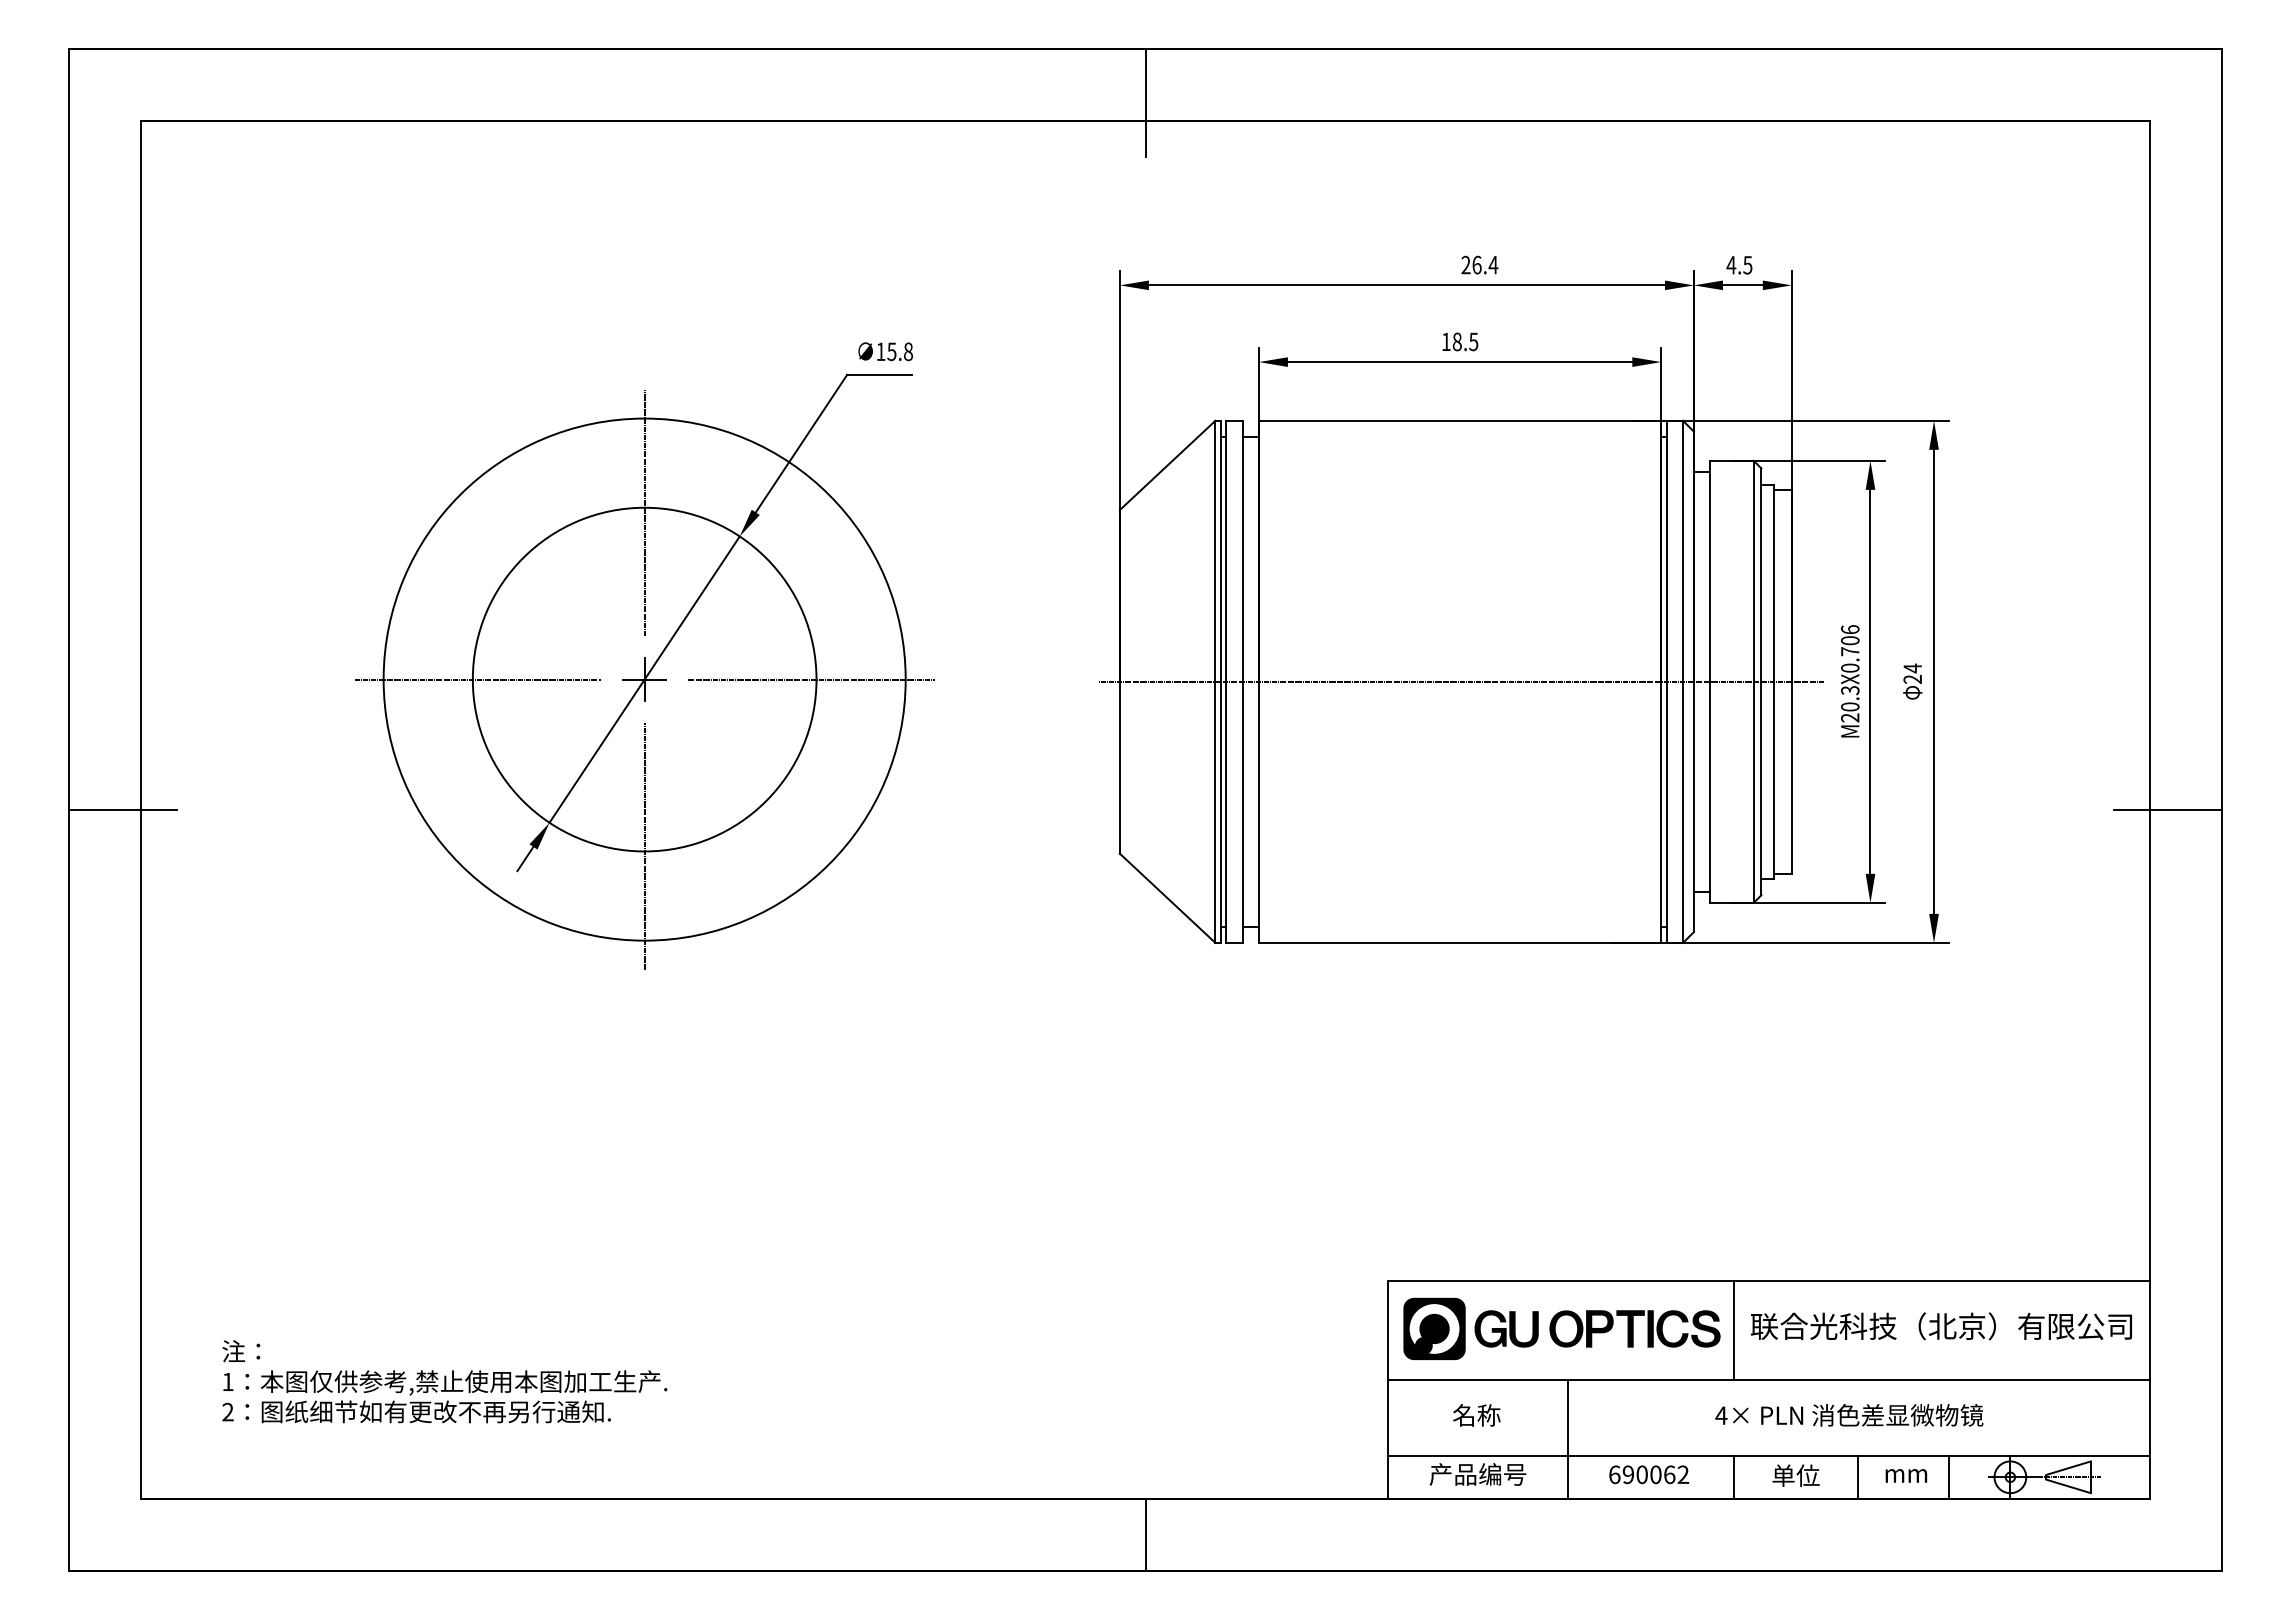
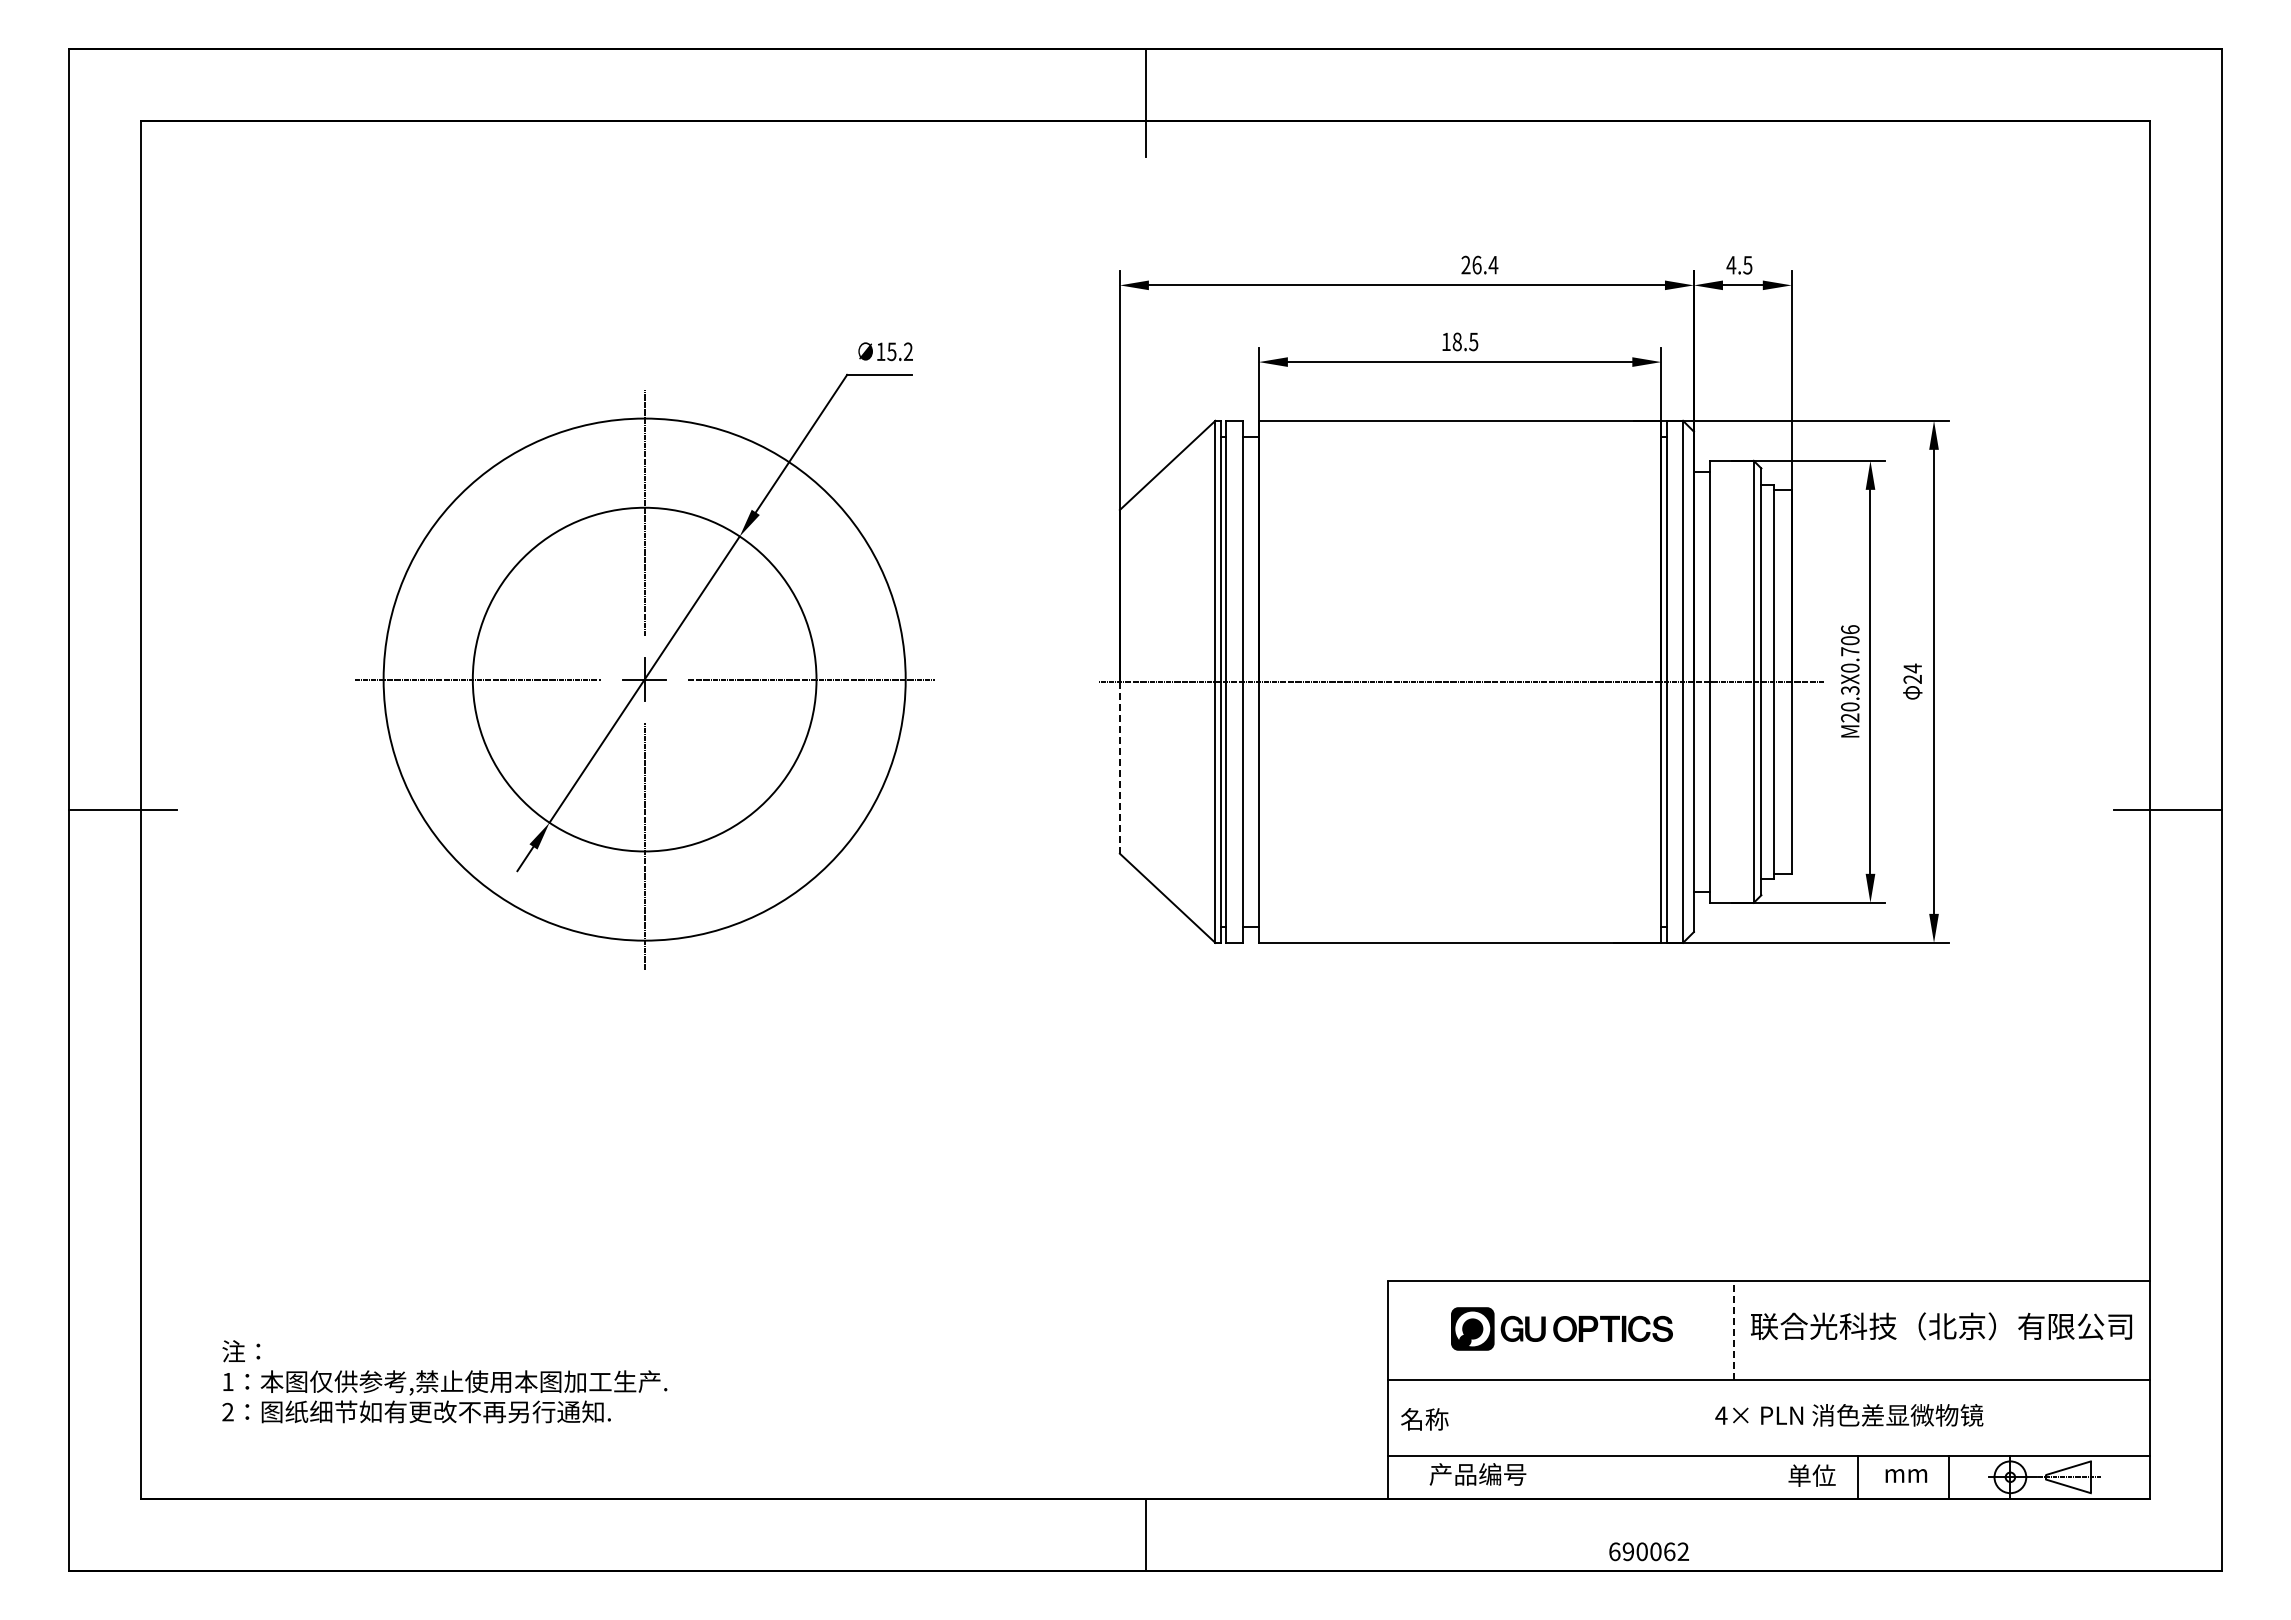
text at (908, 351): 15.8 -> 15.2
line at (1119, 767): solid -> dashed
part at (1561, 1328) size: 318x64 px -> 222x44 px
line at (1733, 1330): solid -> dashed
text at (1476, 1415) position: (1476, 1415) -> (1424, 1419)
line at (1567, 1439): present -> none
text at (1648, 1474) position: (1648, 1474) -> (1648, 1551)
text at (1795, 1475) position: (1795, 1475) -> (1811, 1475)
line at (1733, 1477): present -> none
